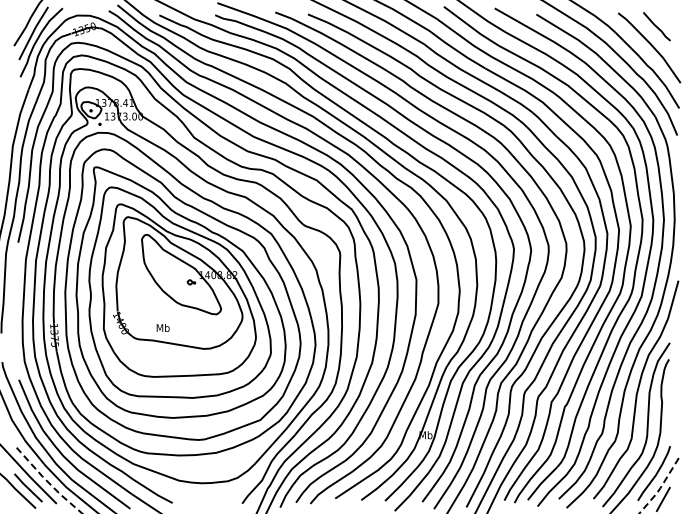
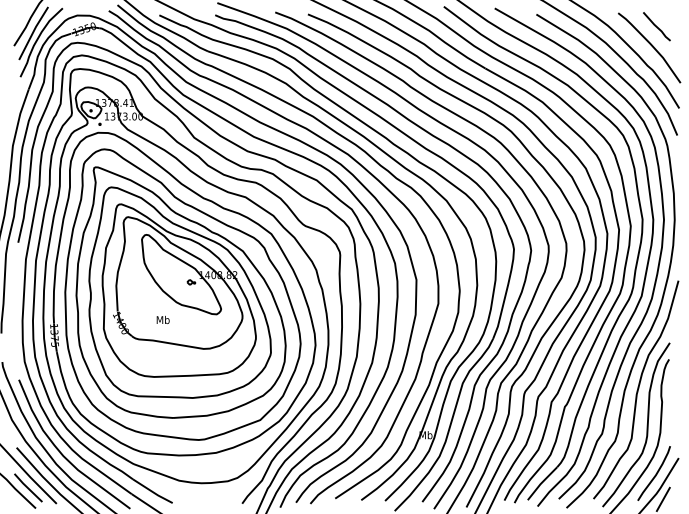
text at (162, 327) position: (162, 327) -> (162, 319)
line at (48, 482): dashed -> solid
line at (660, 488): dashed -> solid
